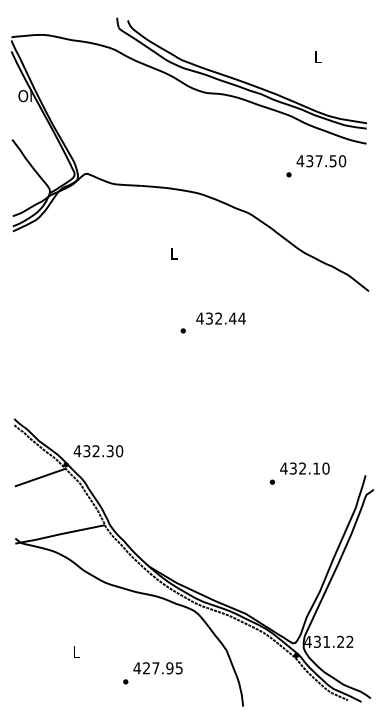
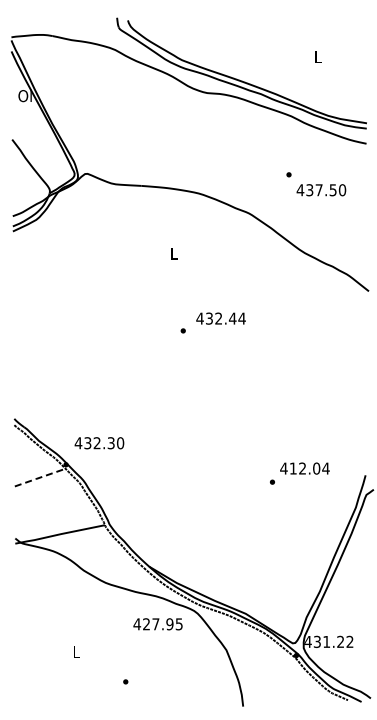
text at (321, 161) position: (321, 161) -> (321, 190)
text at (98, 451) position: (98, 451) -> (99, 443)
text at (309, 468): 432.10 -> 412.04
line at (39, 477): solid -> dashed
text at (157, 668) position: (157, 668) -> (157, 624)
